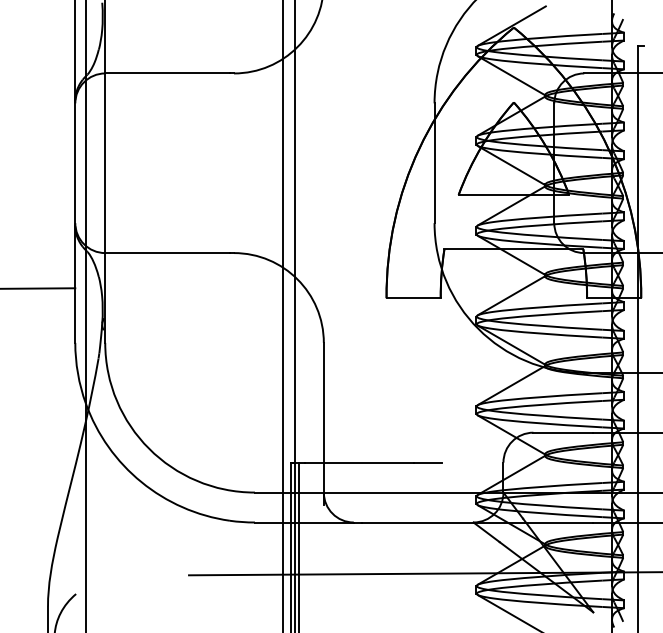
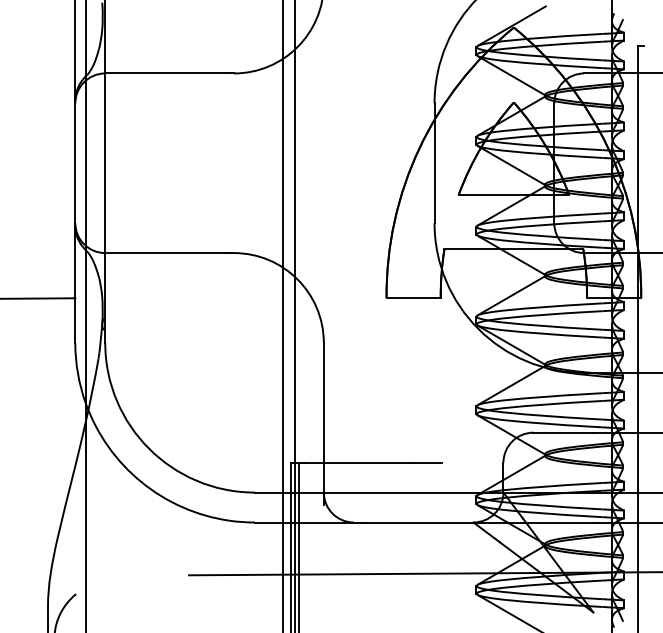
line at (38, 288) position: (38, 288) -> (38, 298)
